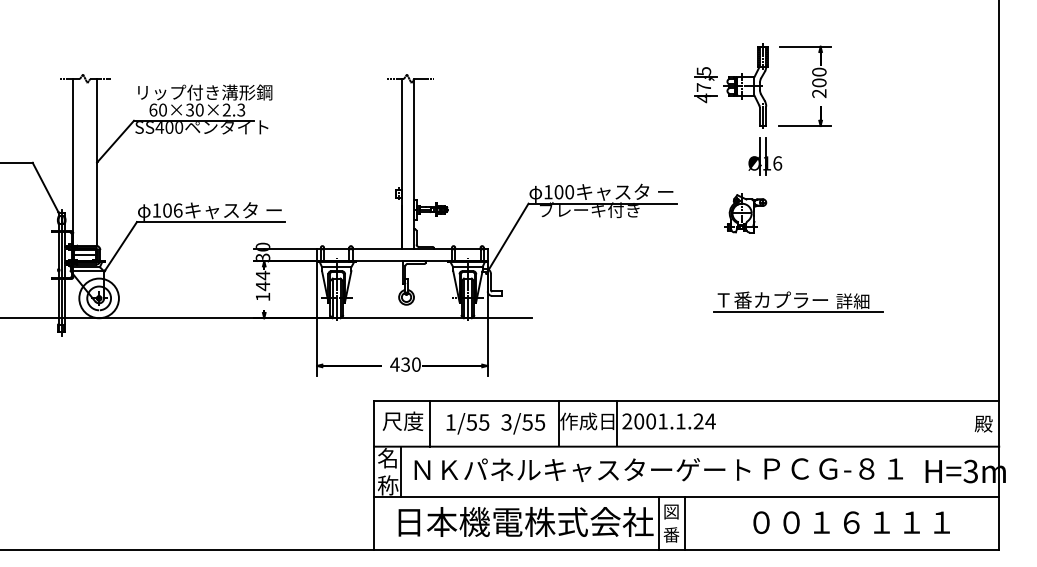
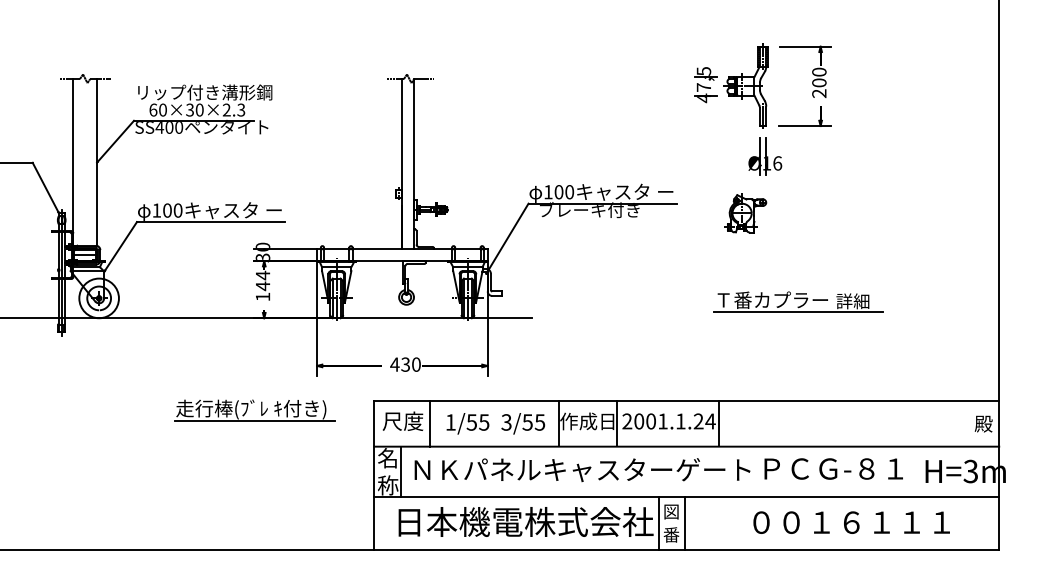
text at (177, 210): 106 -> 100
part at (247, 410): none -> present
line at (718, 423): none -> present
